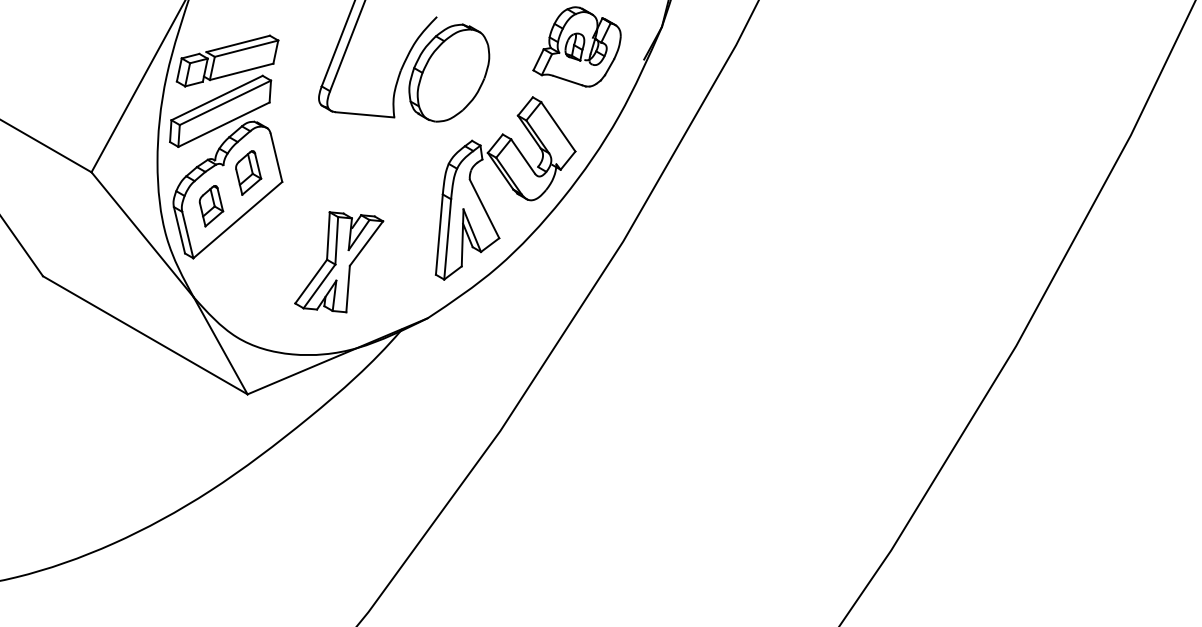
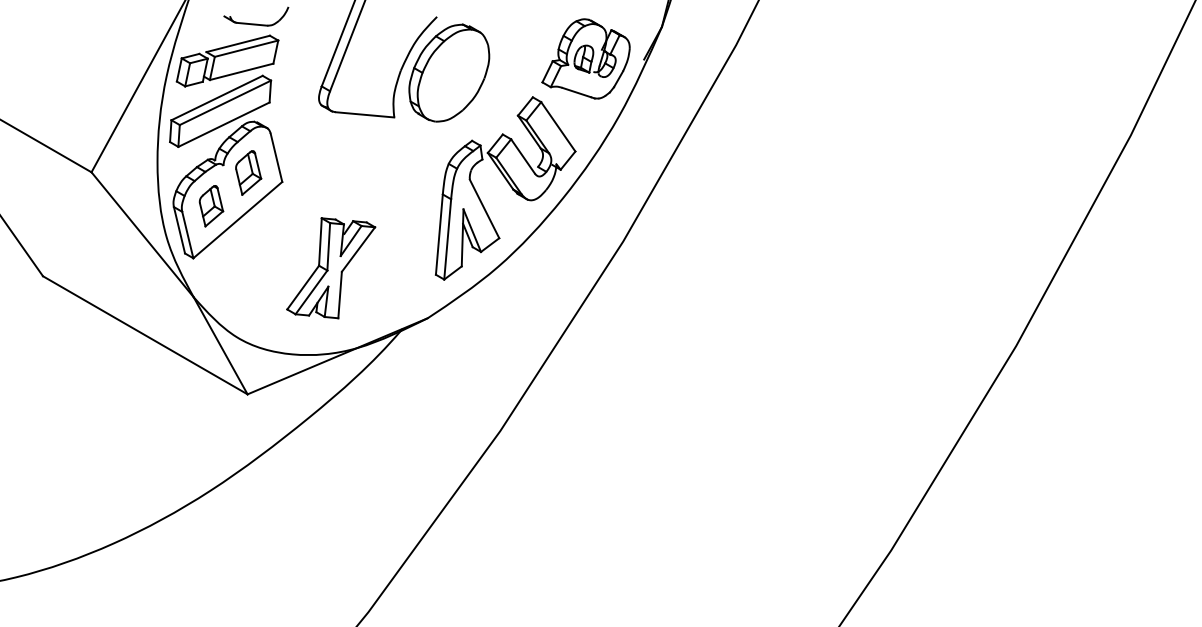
part at (256, 23): none -> present
part at (576, 46) position: (576, 46) -> (585, 58)
part at (339, 262) position: (339, 262) -> (331, 268)
